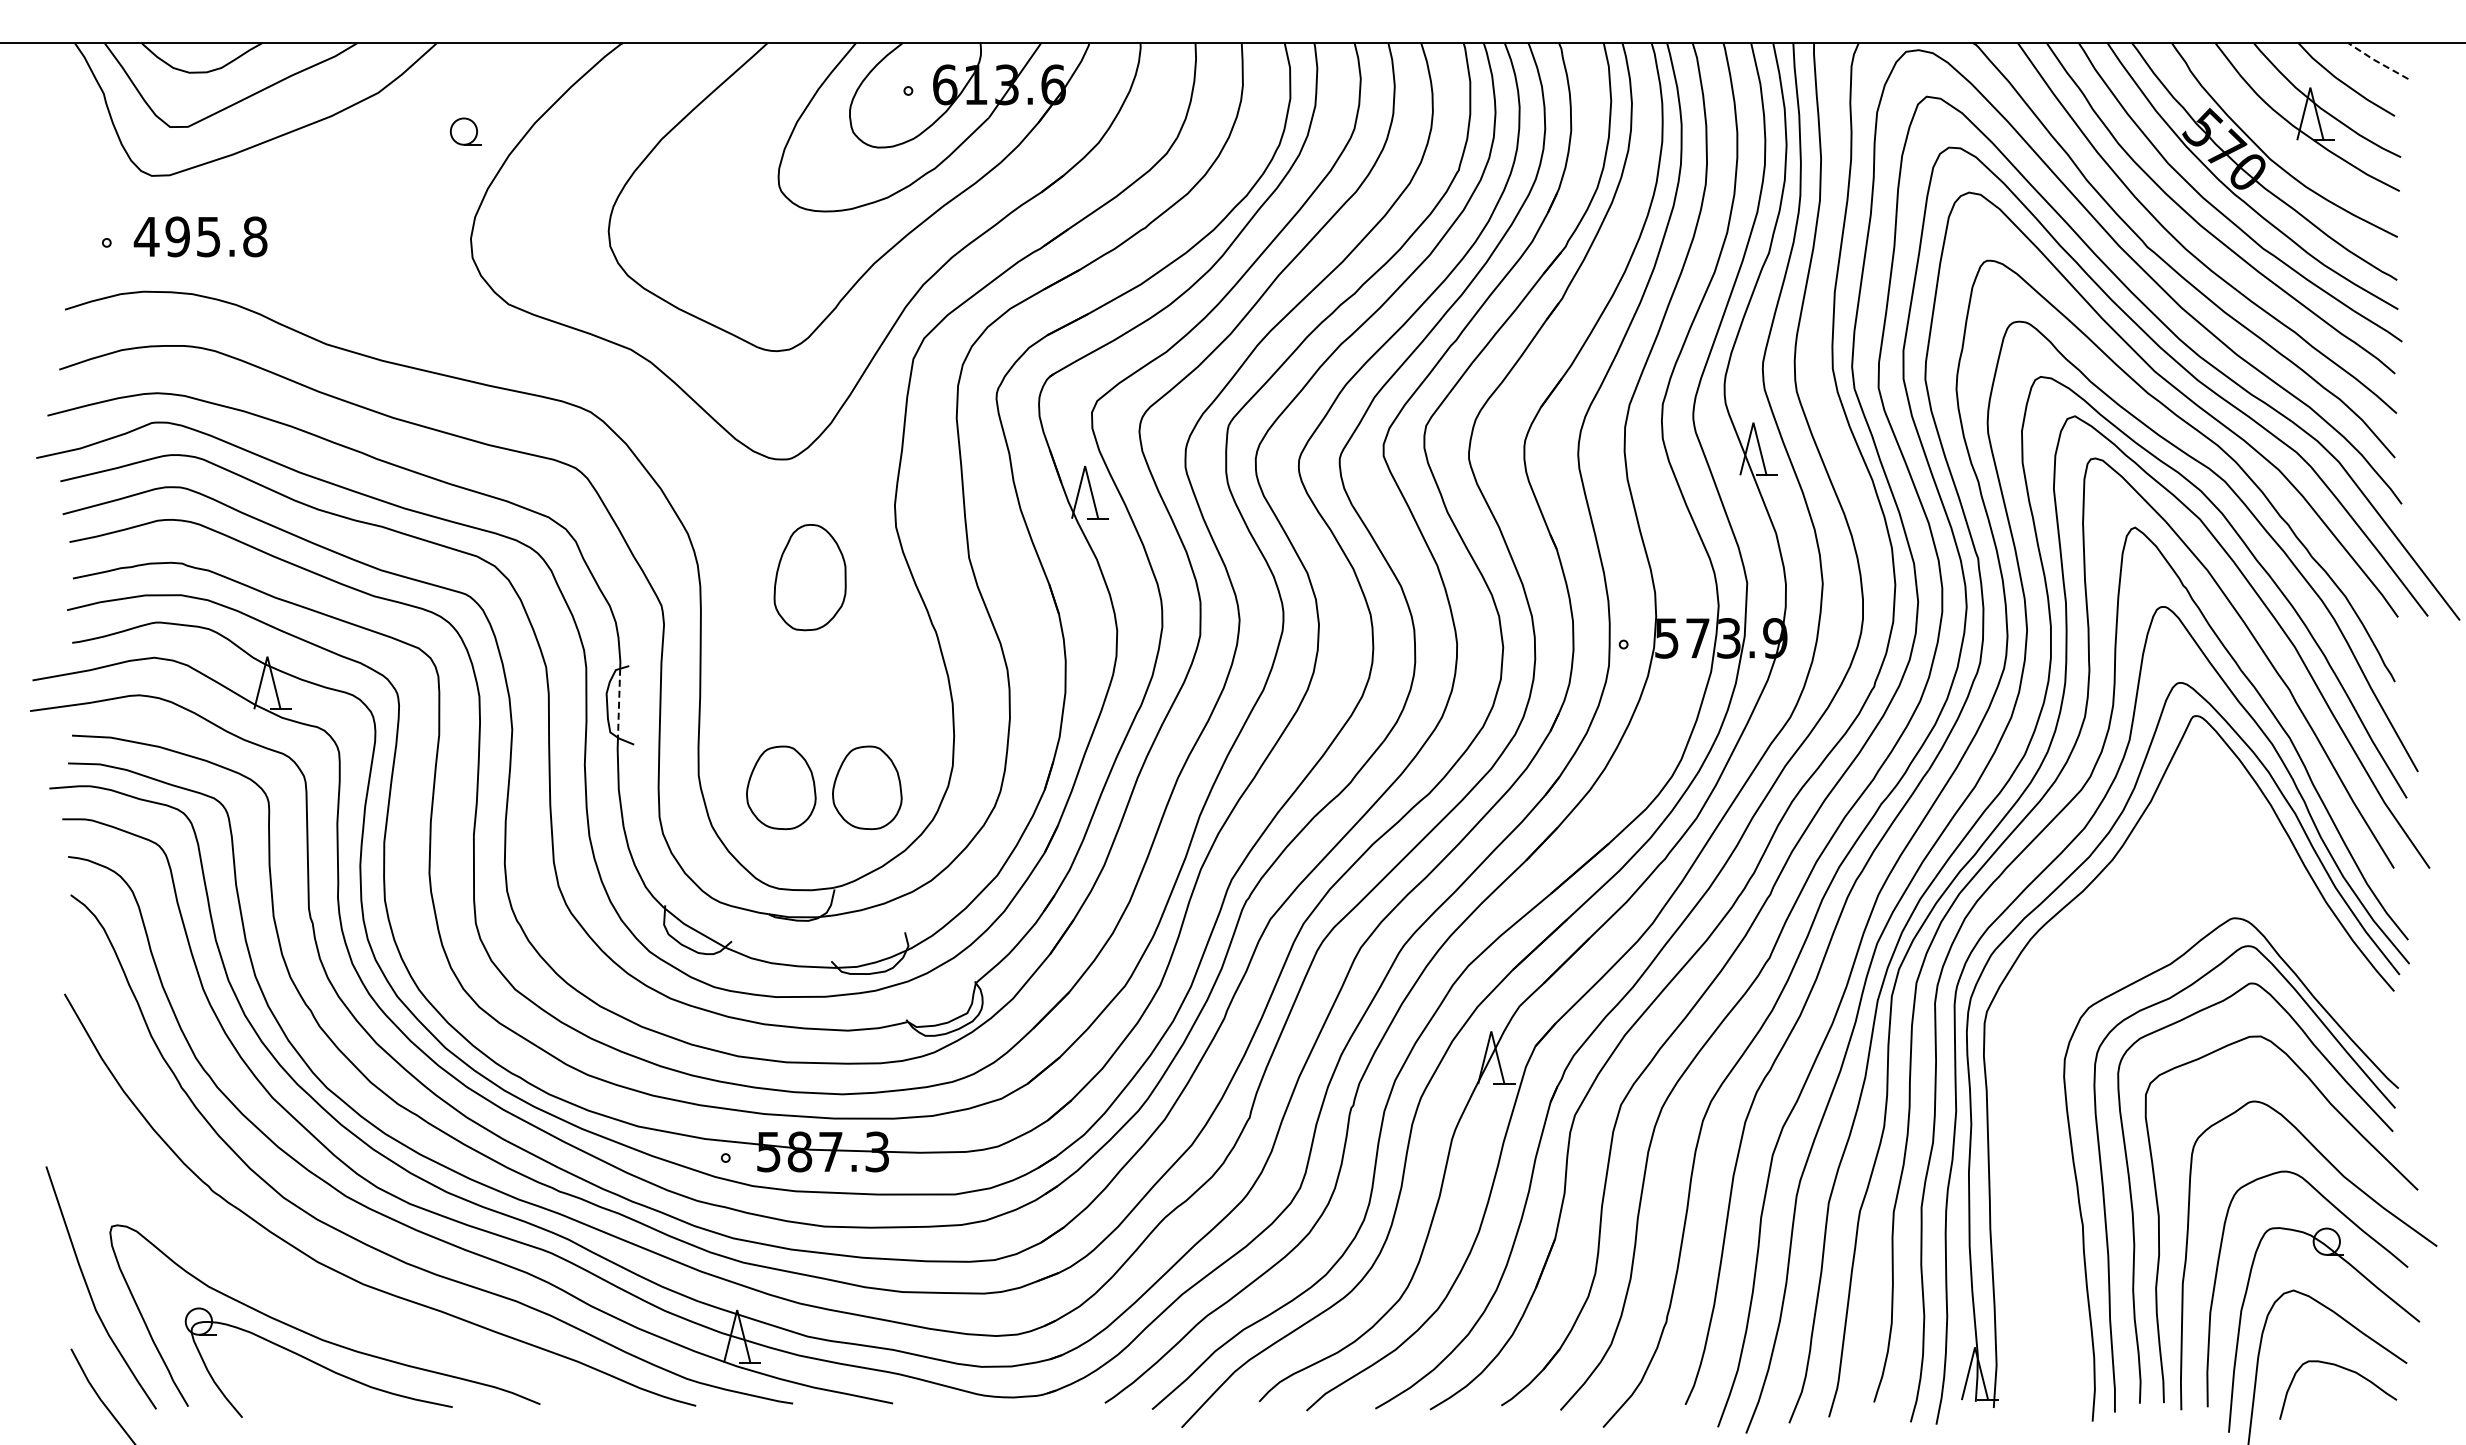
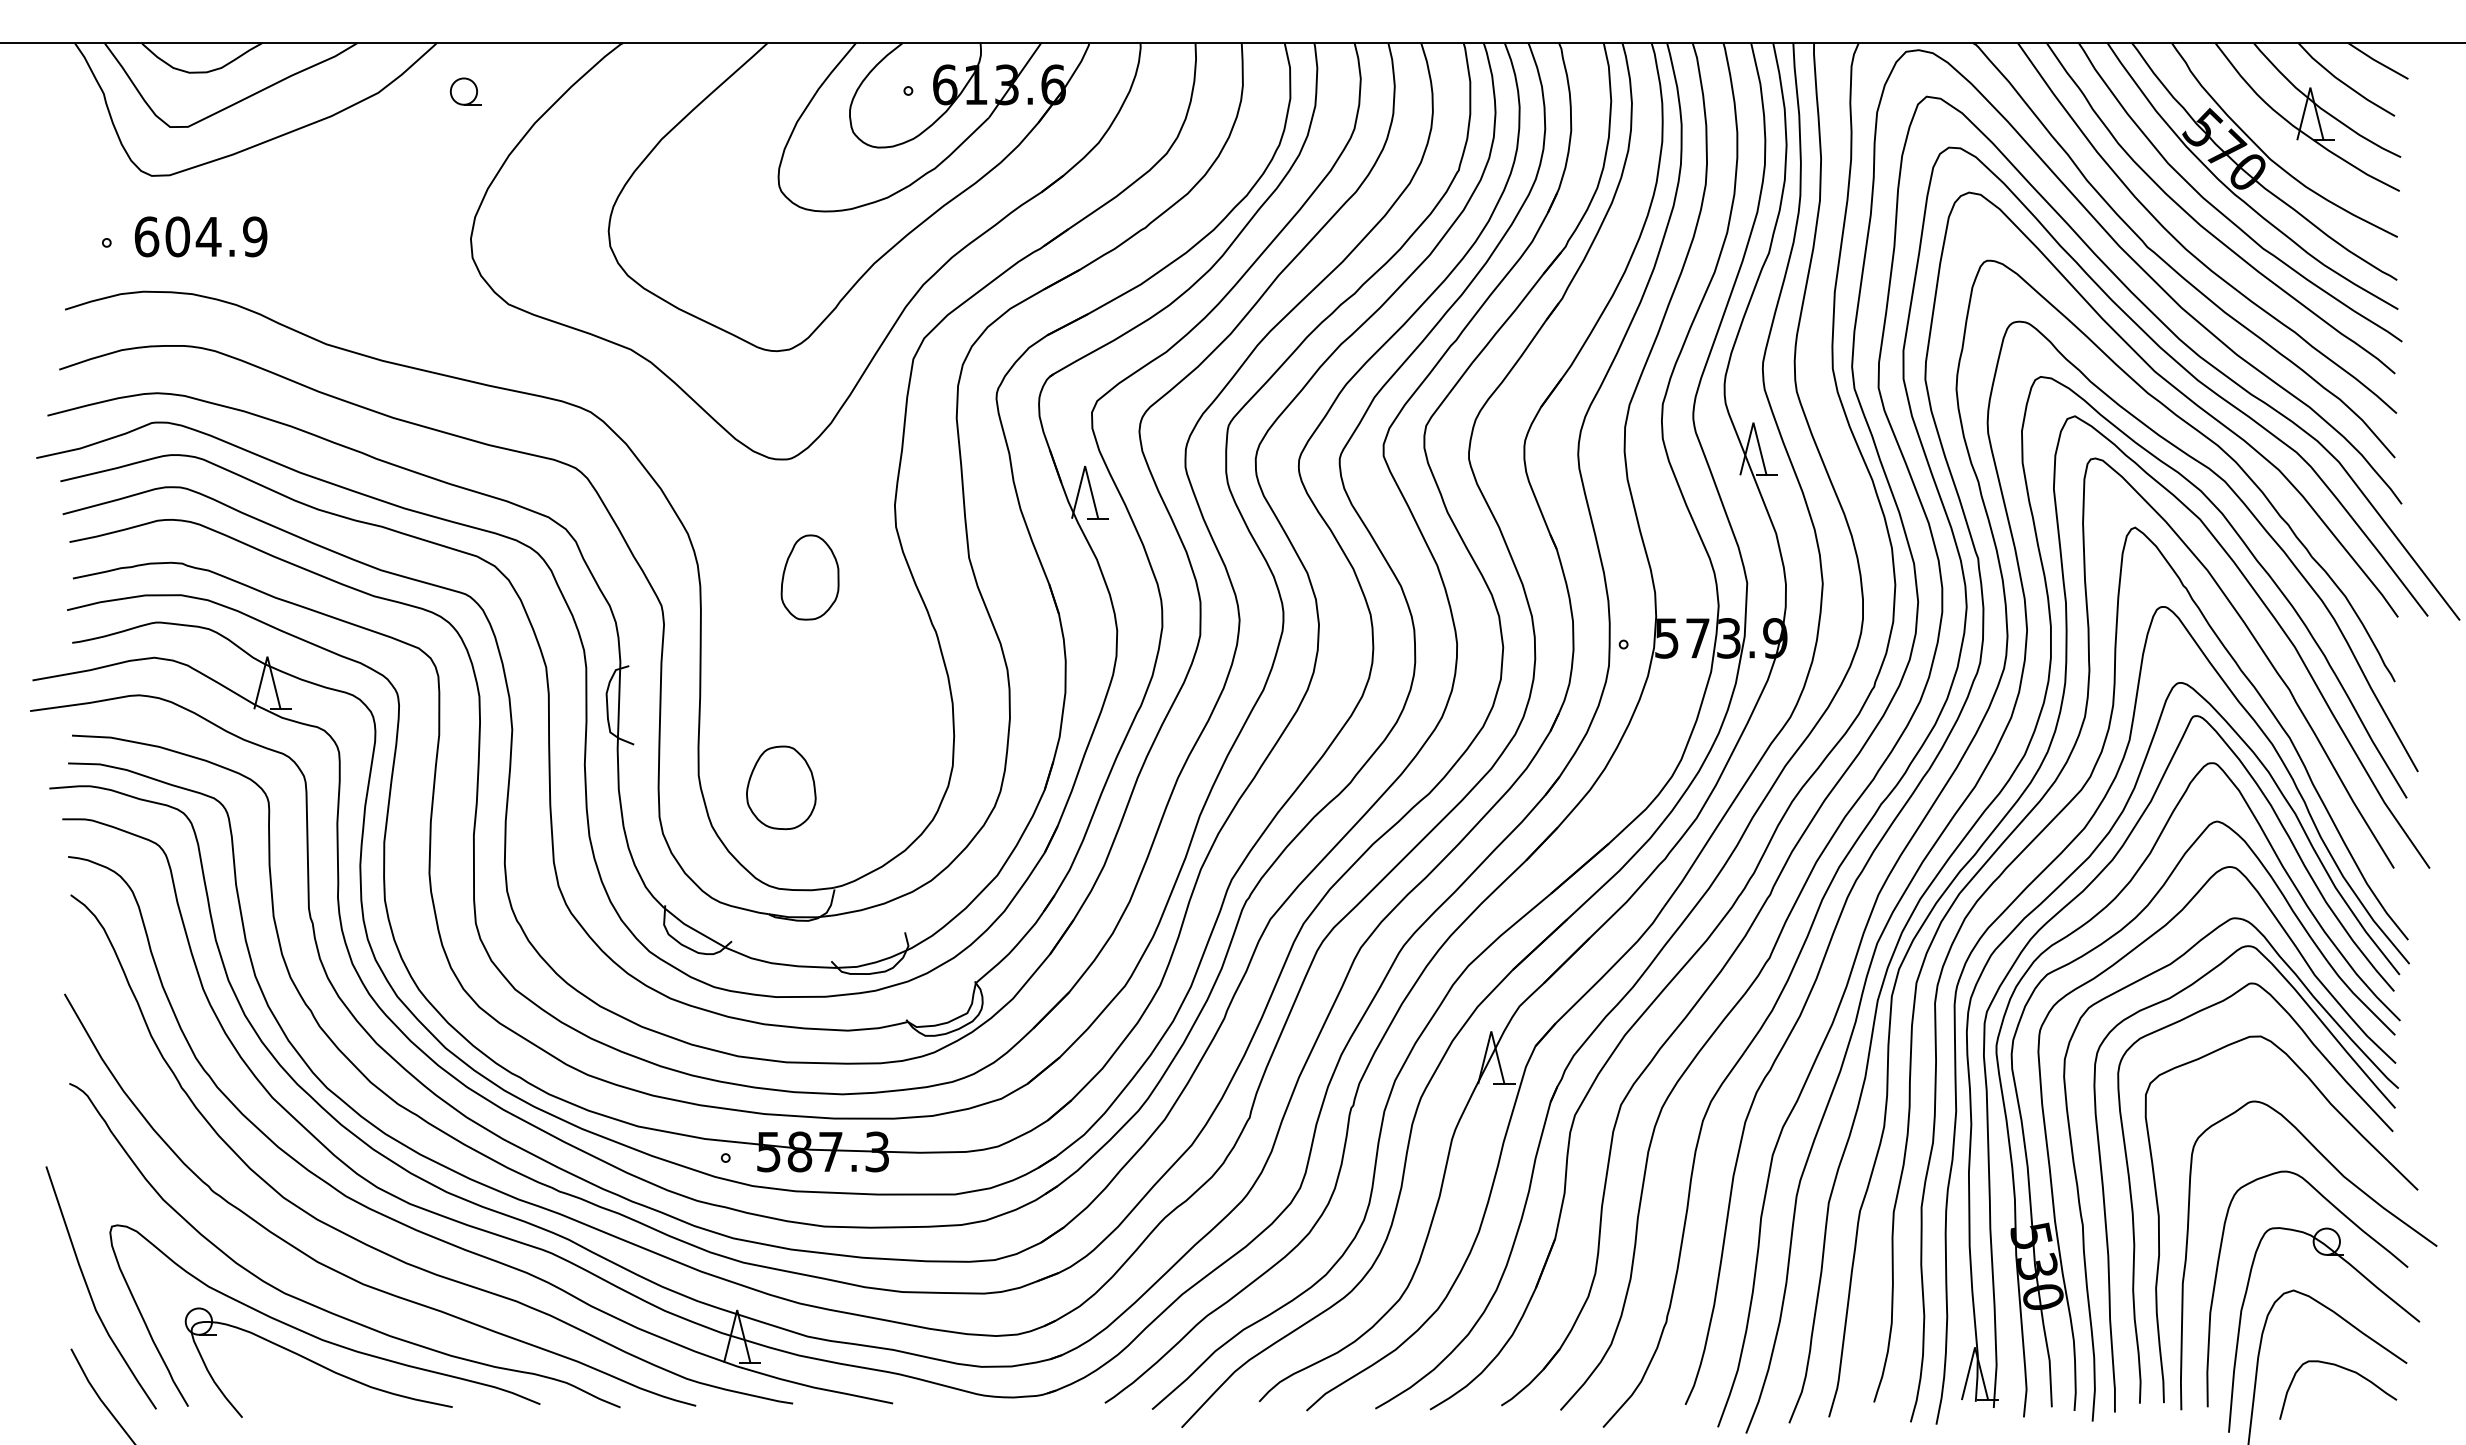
line at (2377, 61): dashed -> solid
part at (465, 131) position: (465, 131) -> (465, 91)
text at (200, 236): 495.8 -> 604.9
part at (809, 577) size: 74x108 px -> 60x87 px
line at (619, 703): dashed -> solid
part at (867, 787): present -> none
part at (2113, 966): none -> present
curve at (321, 1307): none -> present
